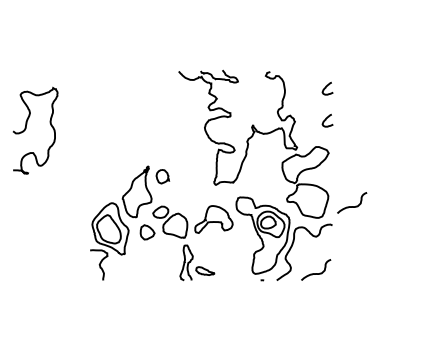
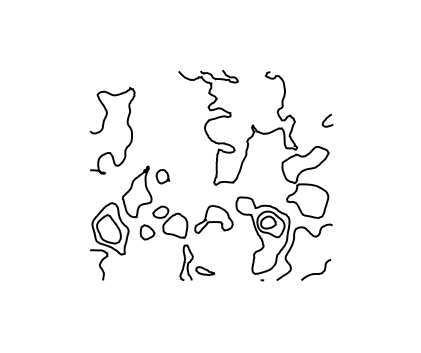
curve at (326, 88): present -> none
curve at (26, 129) position: (26, 129) -> (103, 129)
curve at (352, 206): present -> none
